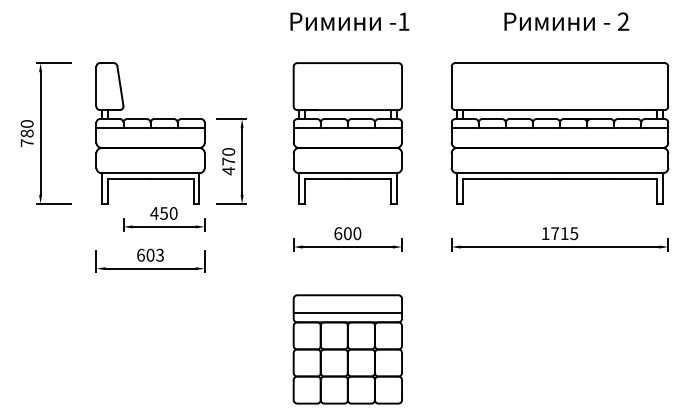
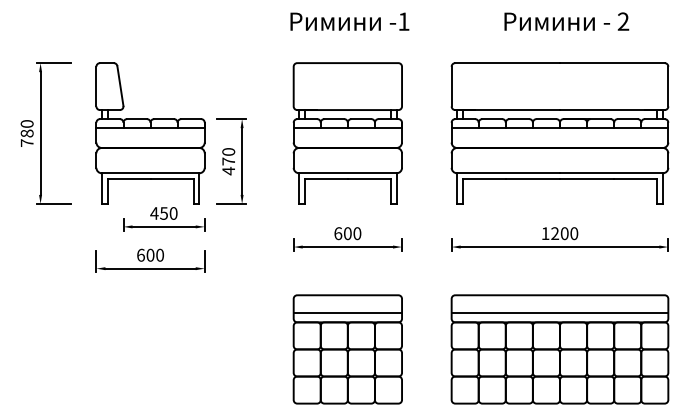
text at (564, 233): 1715 -> 1200
text at (159, 255): 603 -> 600
part at (559, 349): none -> present
